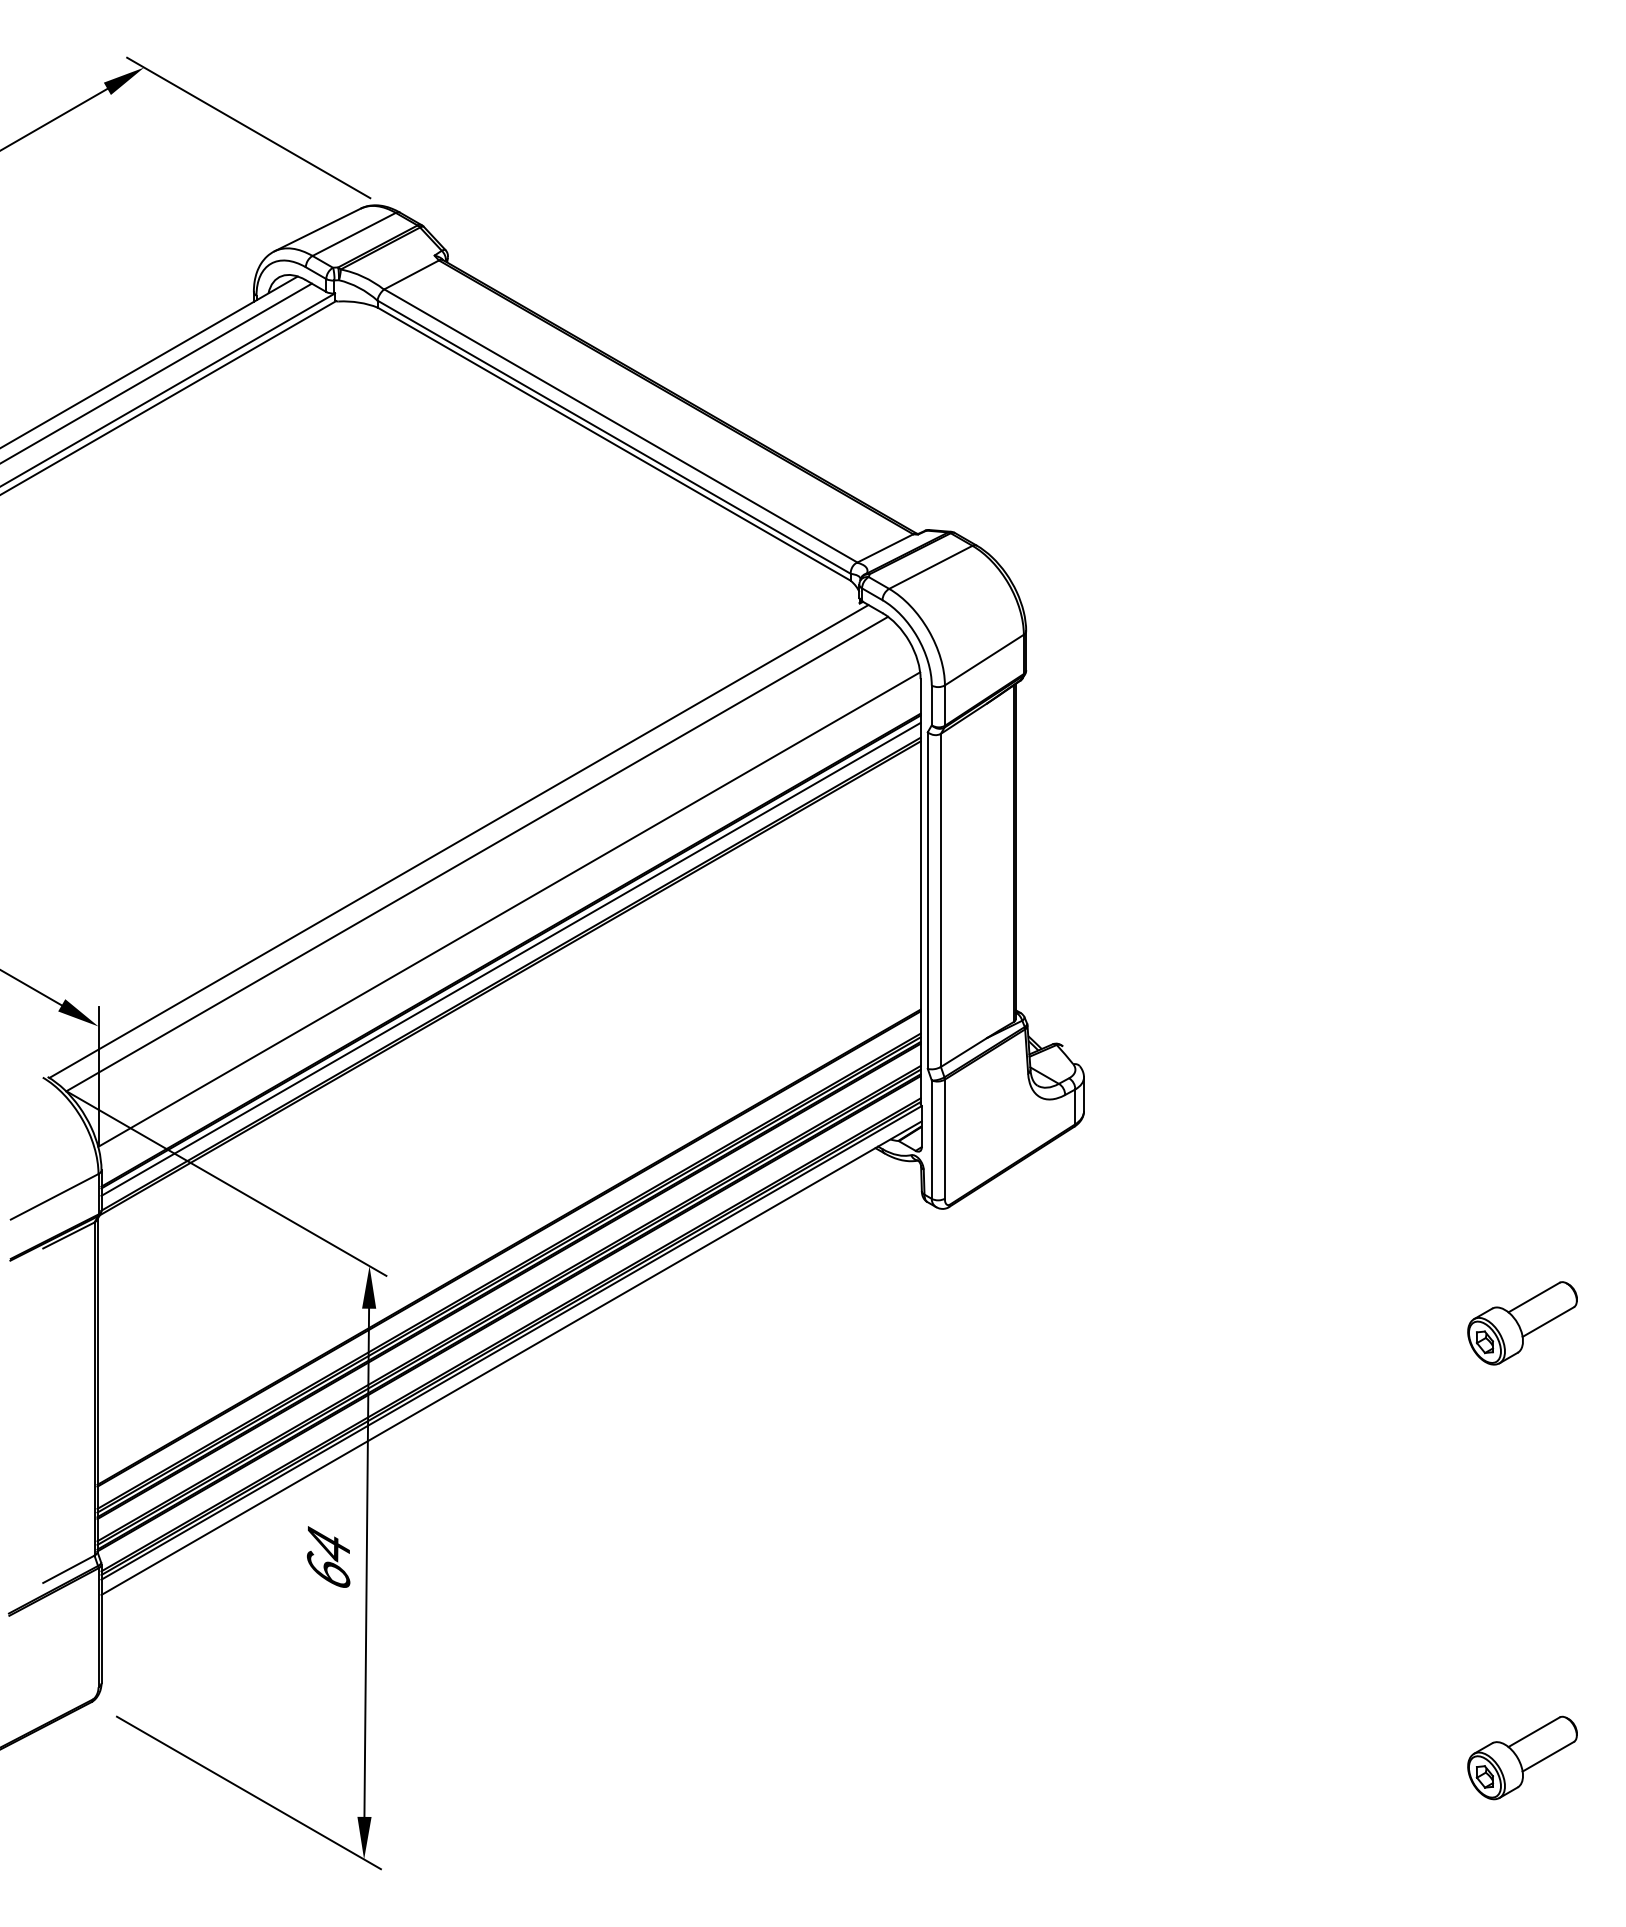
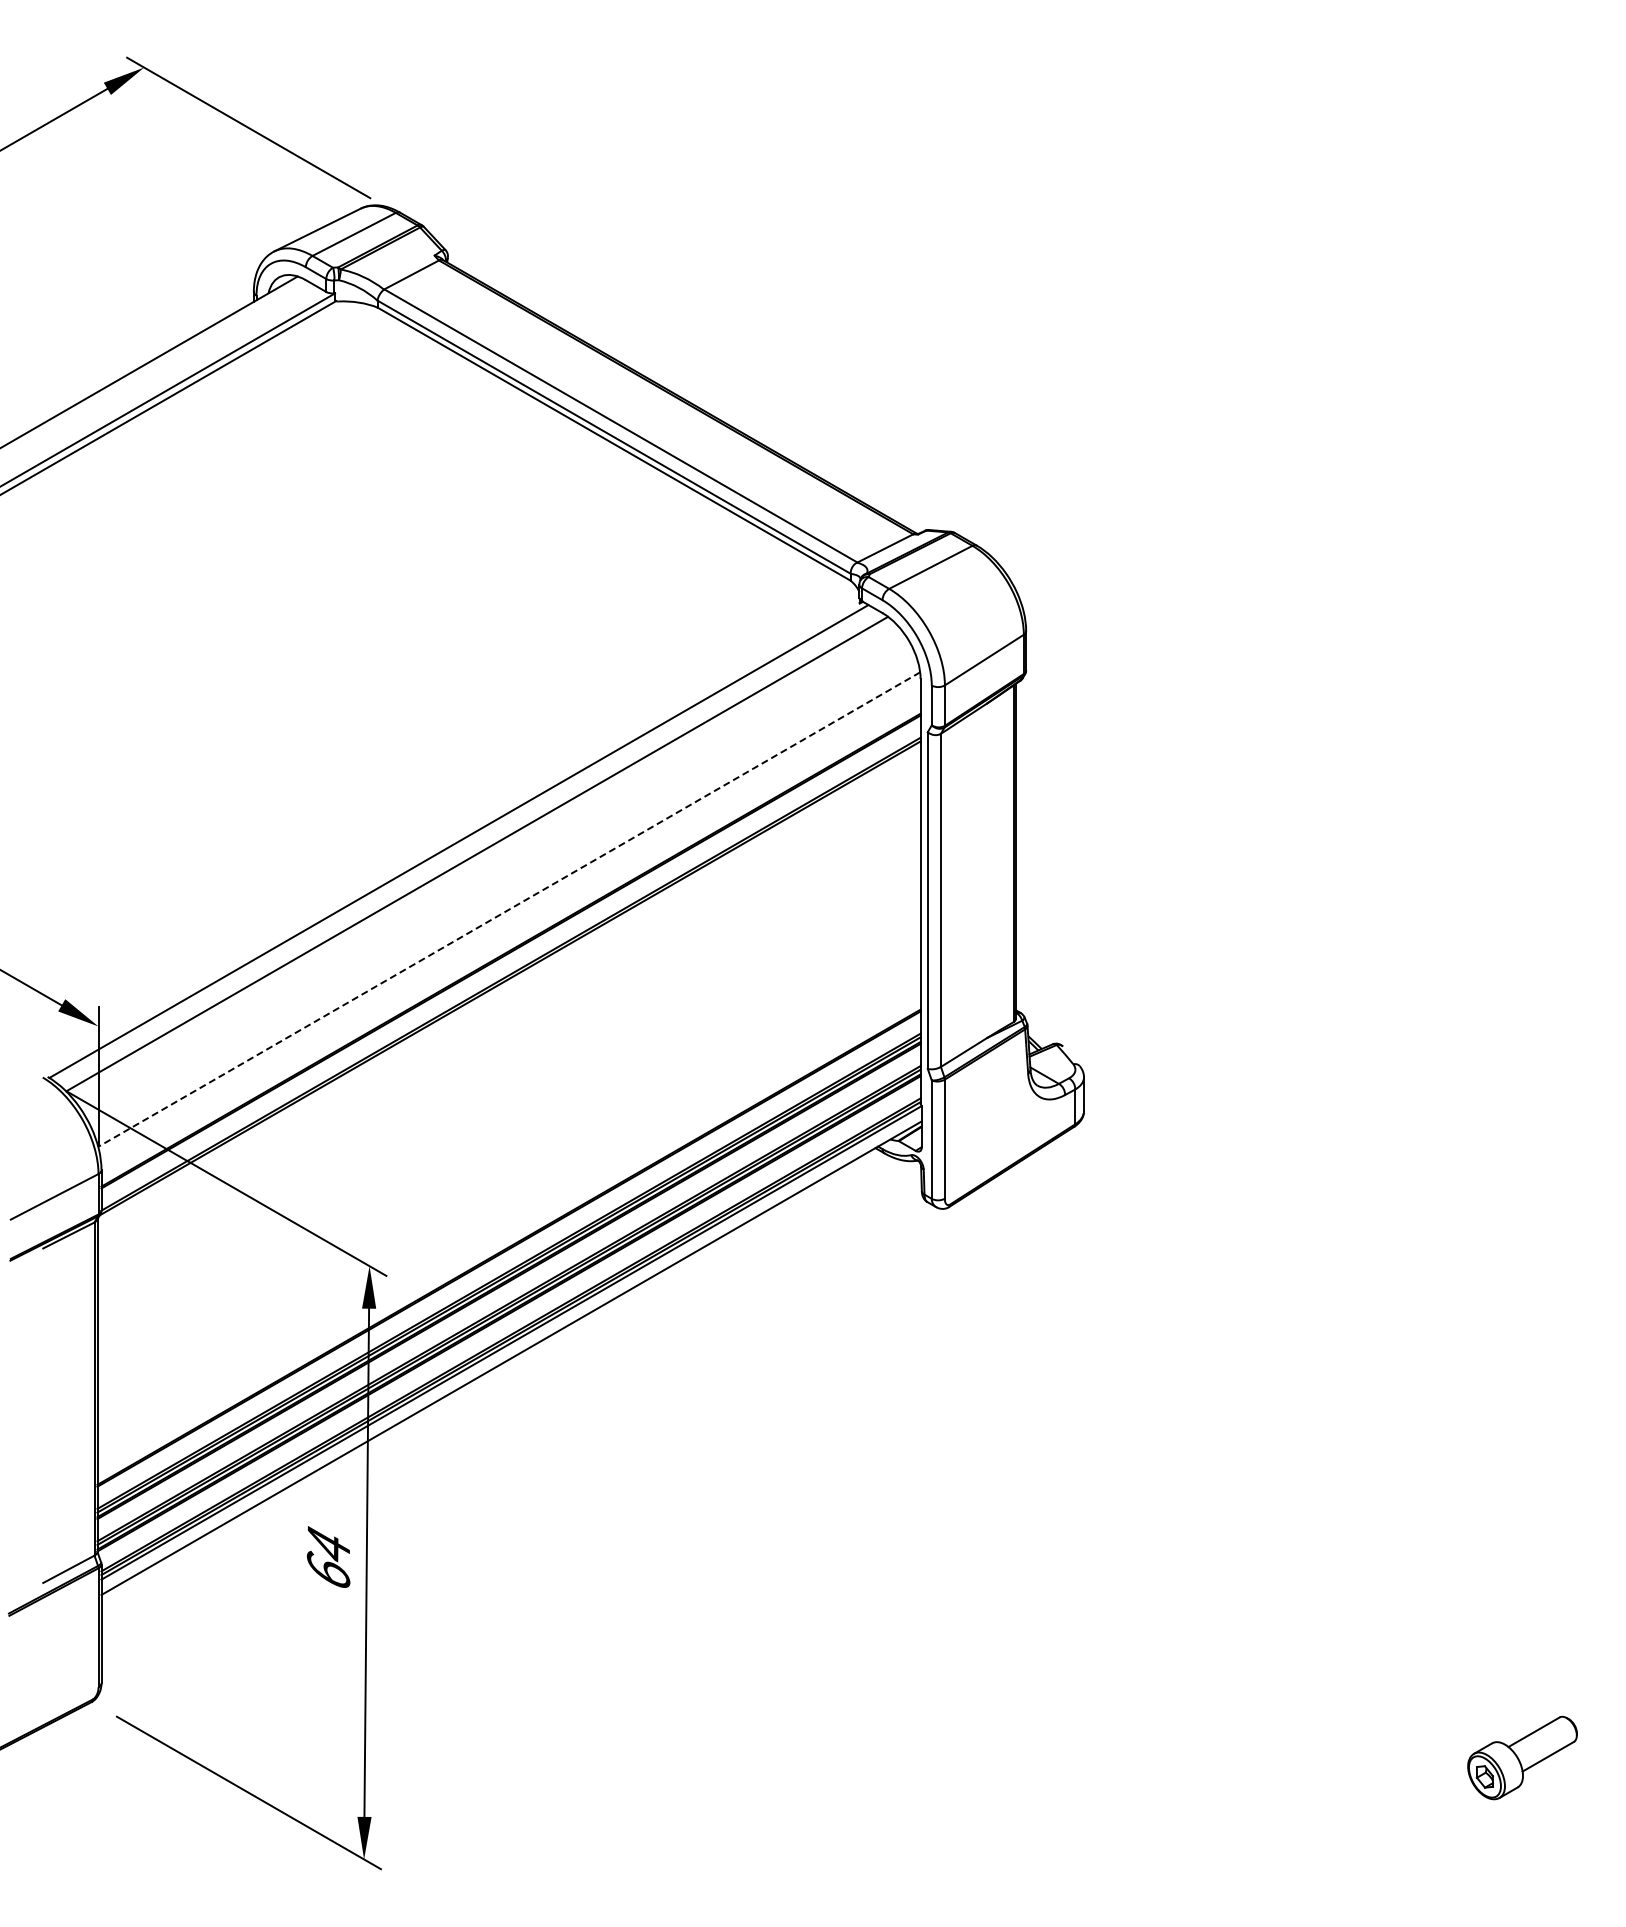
line at (156, 372): present -> none
line at (509, 909): solid -> dashed
line at (510, 958): present -> none
part at (1522, 1323): present -> none
